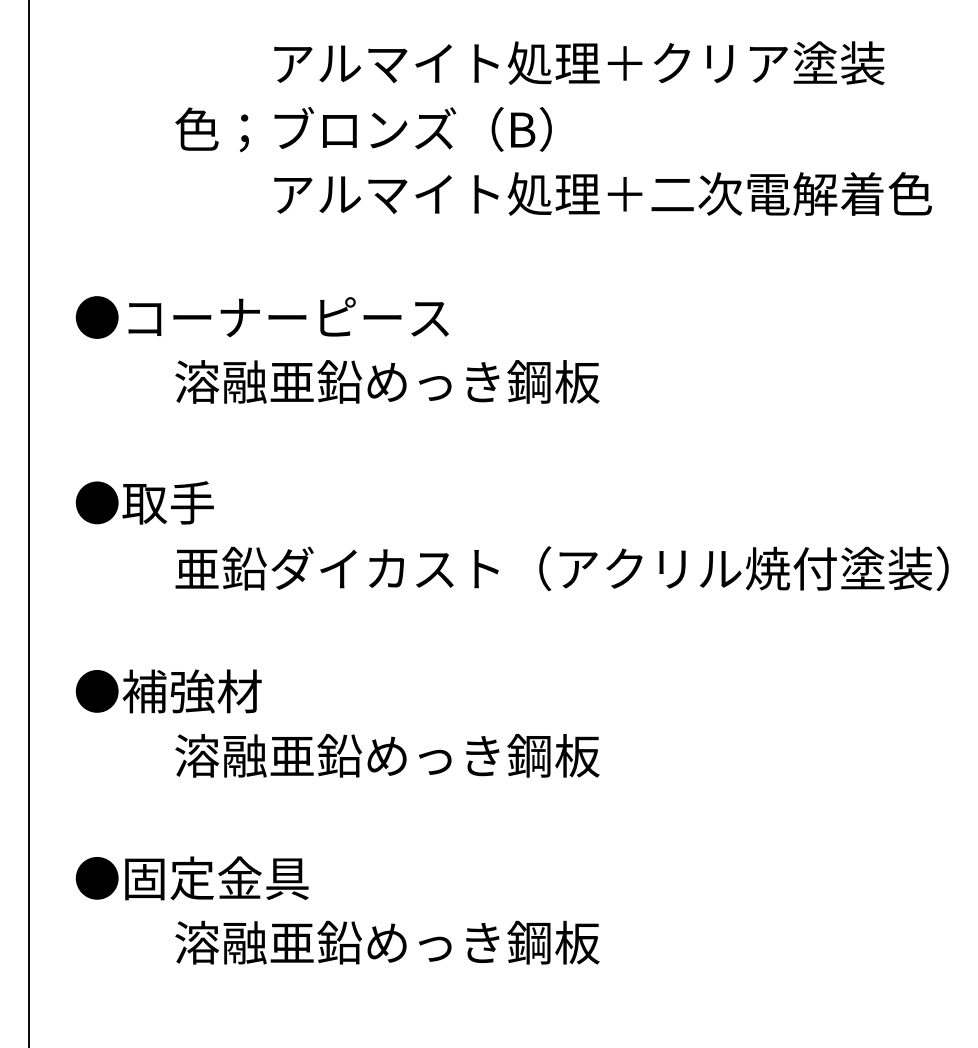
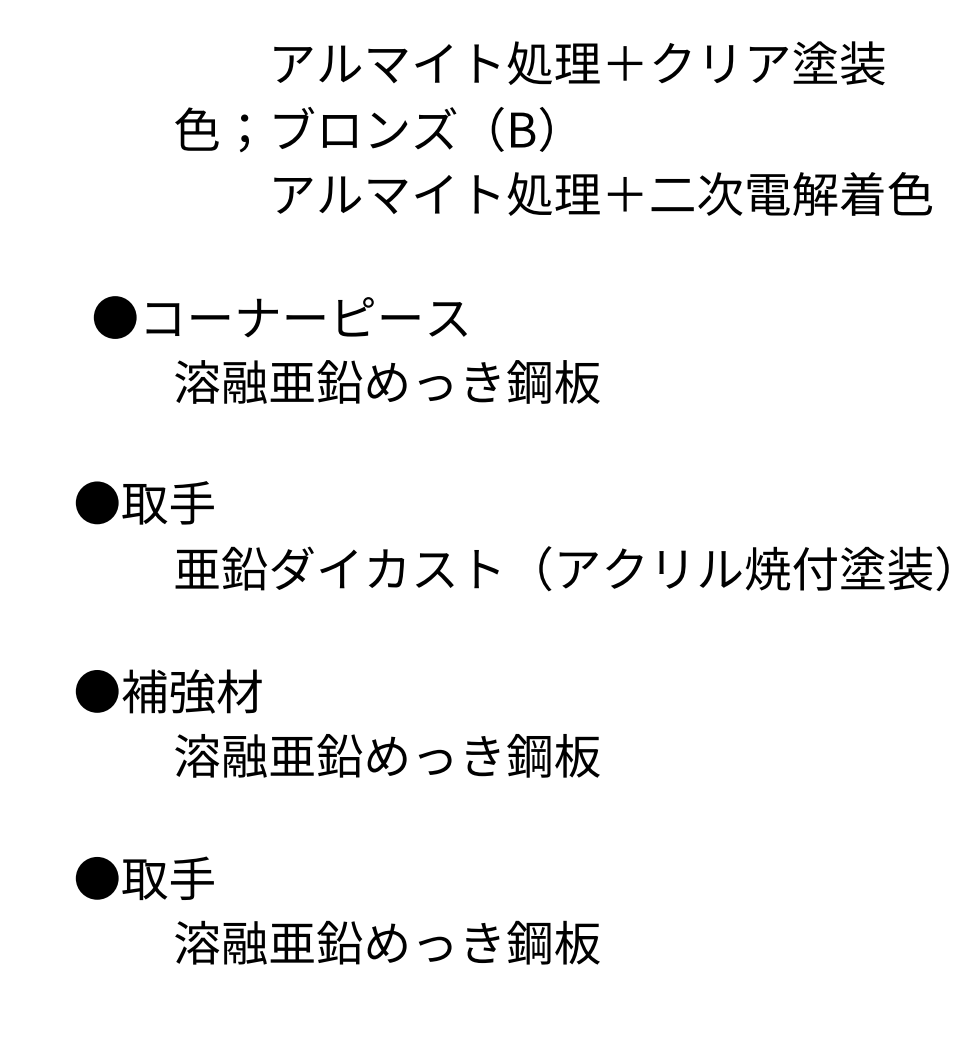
text at (261, 317) position: (261, 317) -> (279, 317)
line at (29, 523): present -> none
text at (215, 878): ●固定金具 -> ●取手
